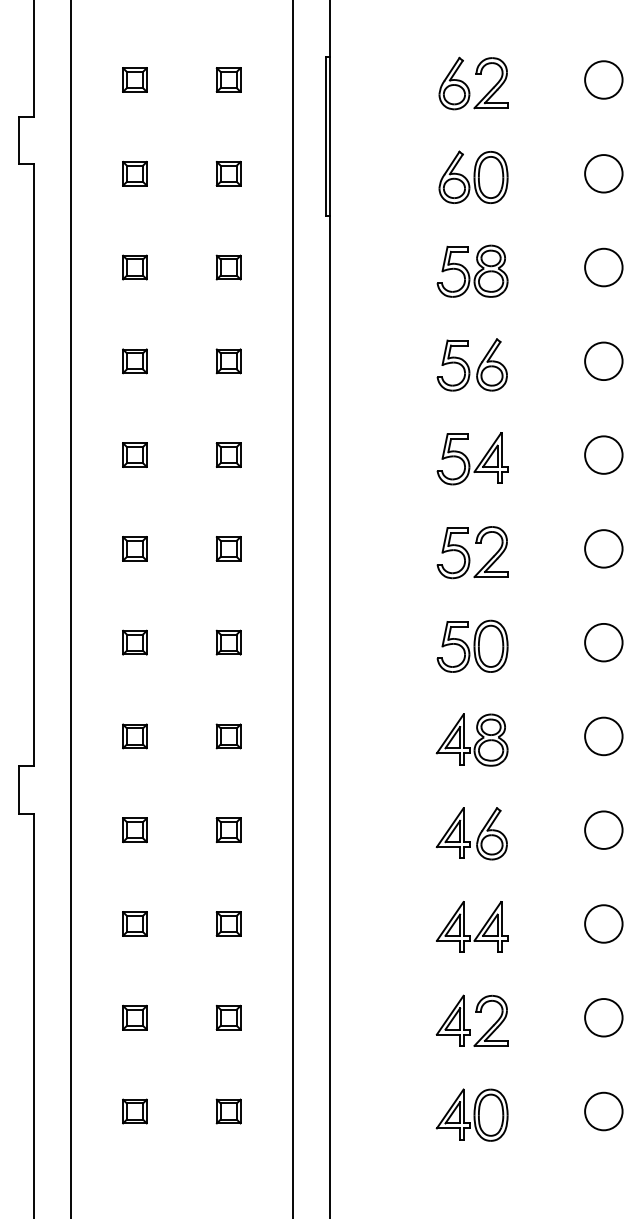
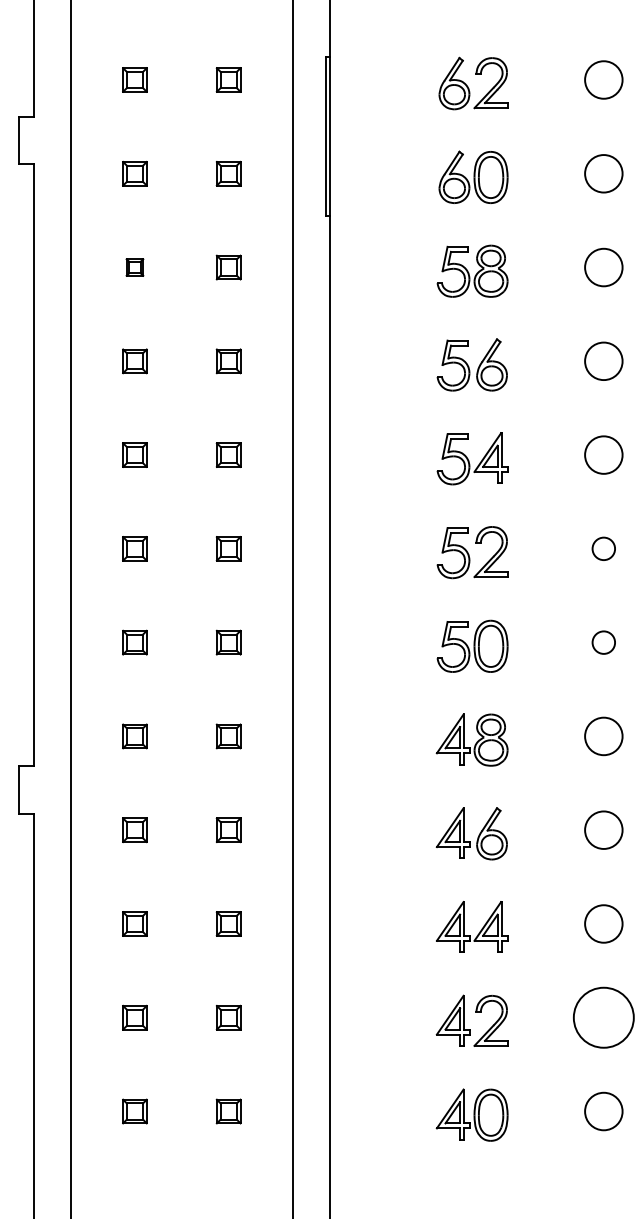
part at (134, 267) size: 26x27 px -> 20x19 px
circle at (603, 548) diameter: 38 px -> 23 px
circle at (603, 642) diameter: 38 px -> 23 px
circle at (603, 1017) diameter: 38 px -> 60 px
